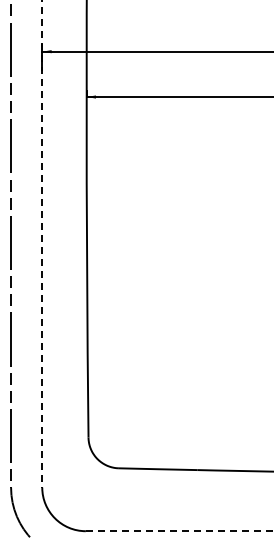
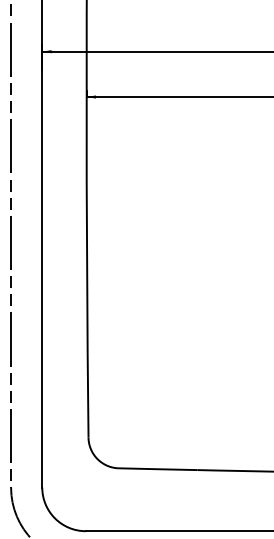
line at (42, 243): dashed -> solid
line at (179, 531): dashed -> solid
